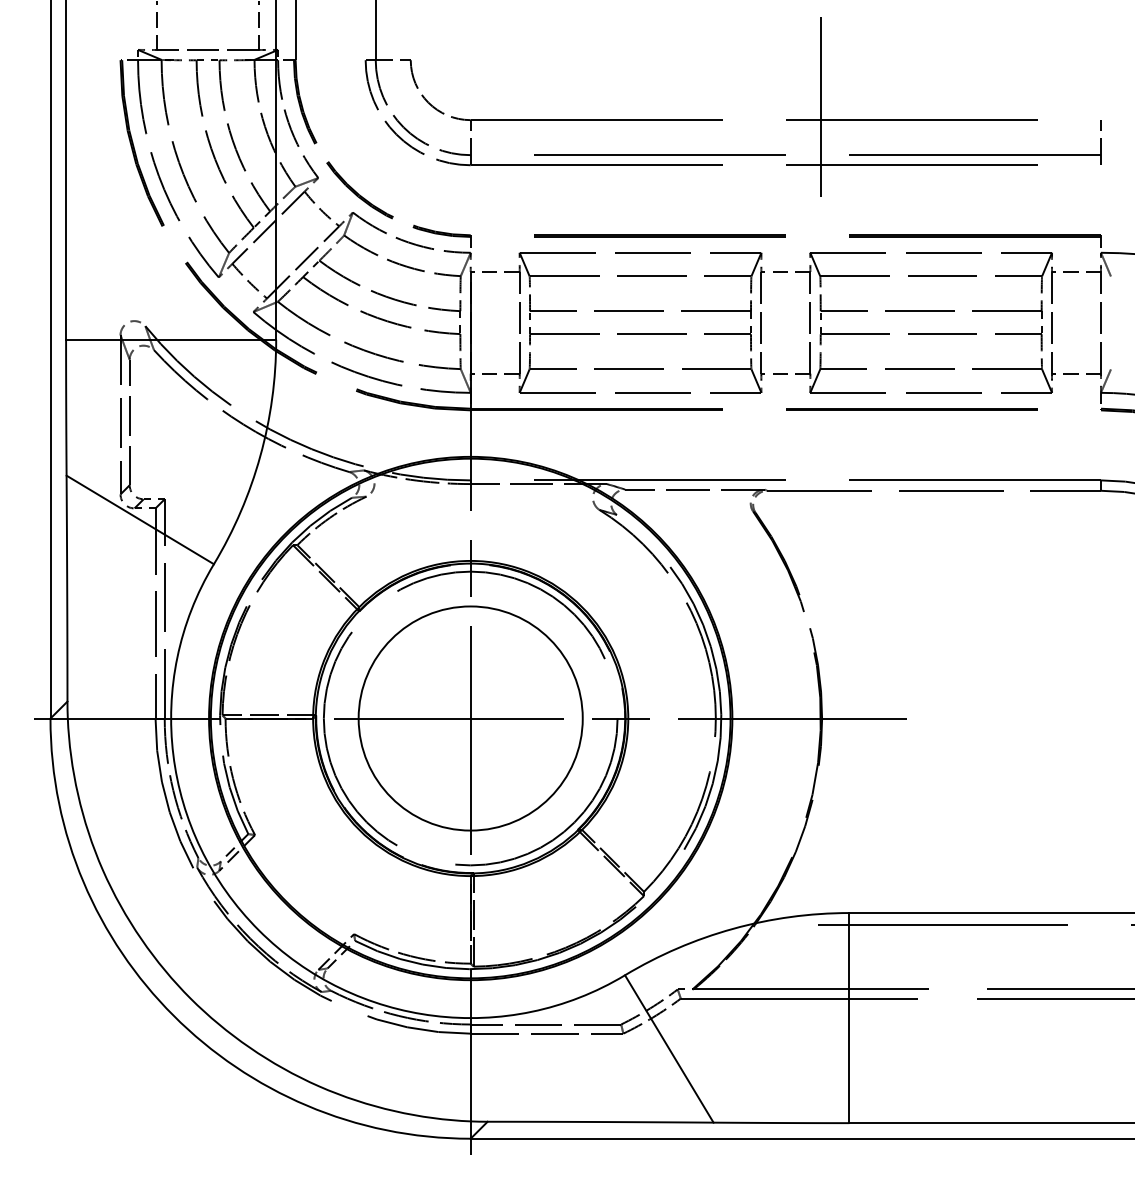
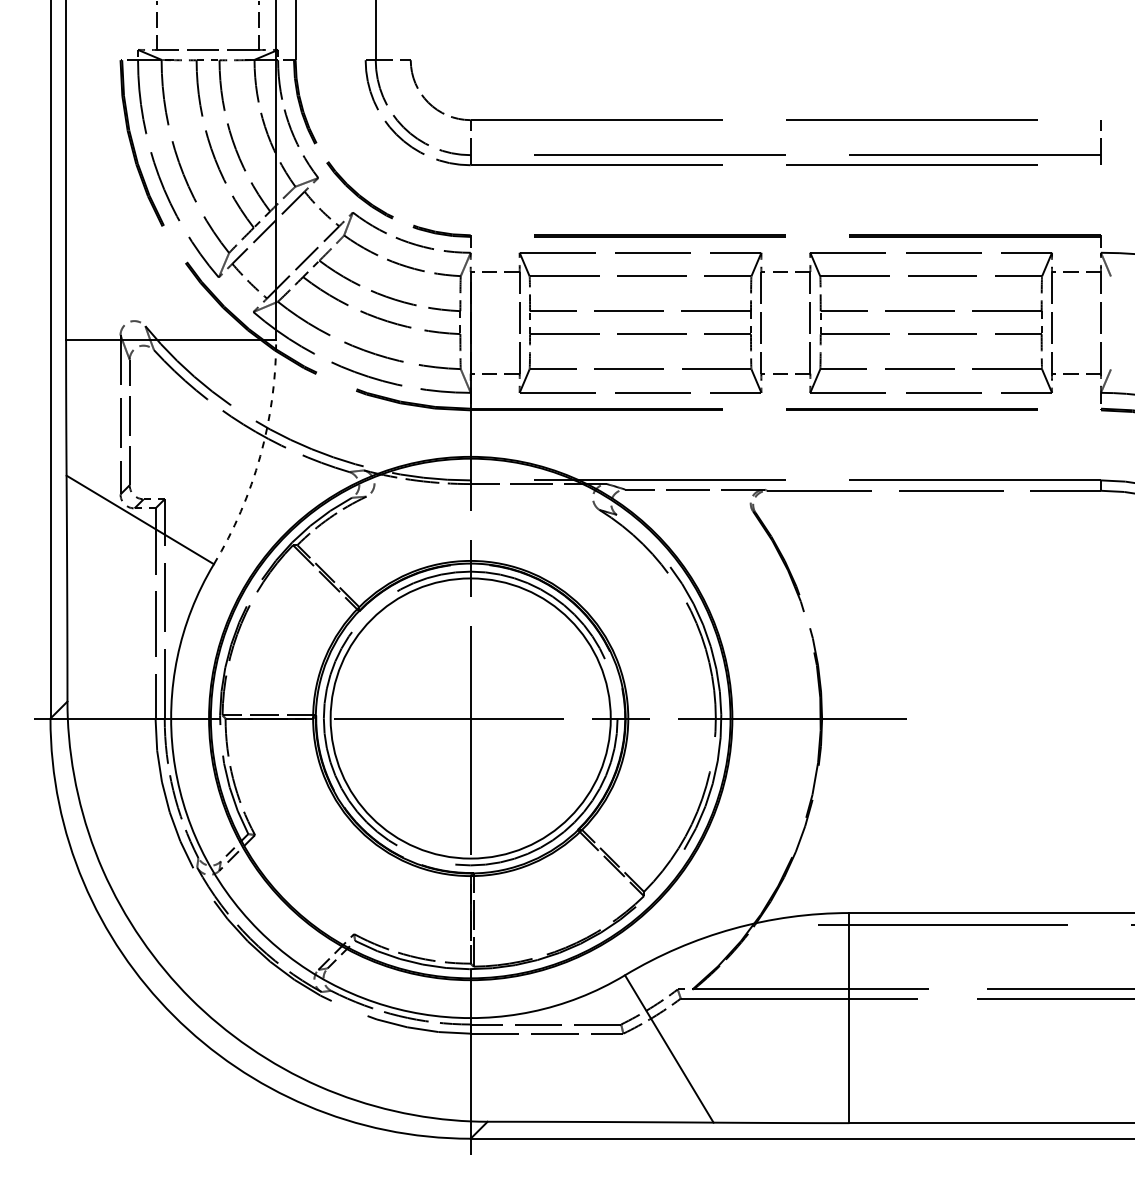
line at (820, 99): present -> none
arc at (260, 456): solid -> dashed
circle at (470, 718) diameter: 224 px -> 280 px
